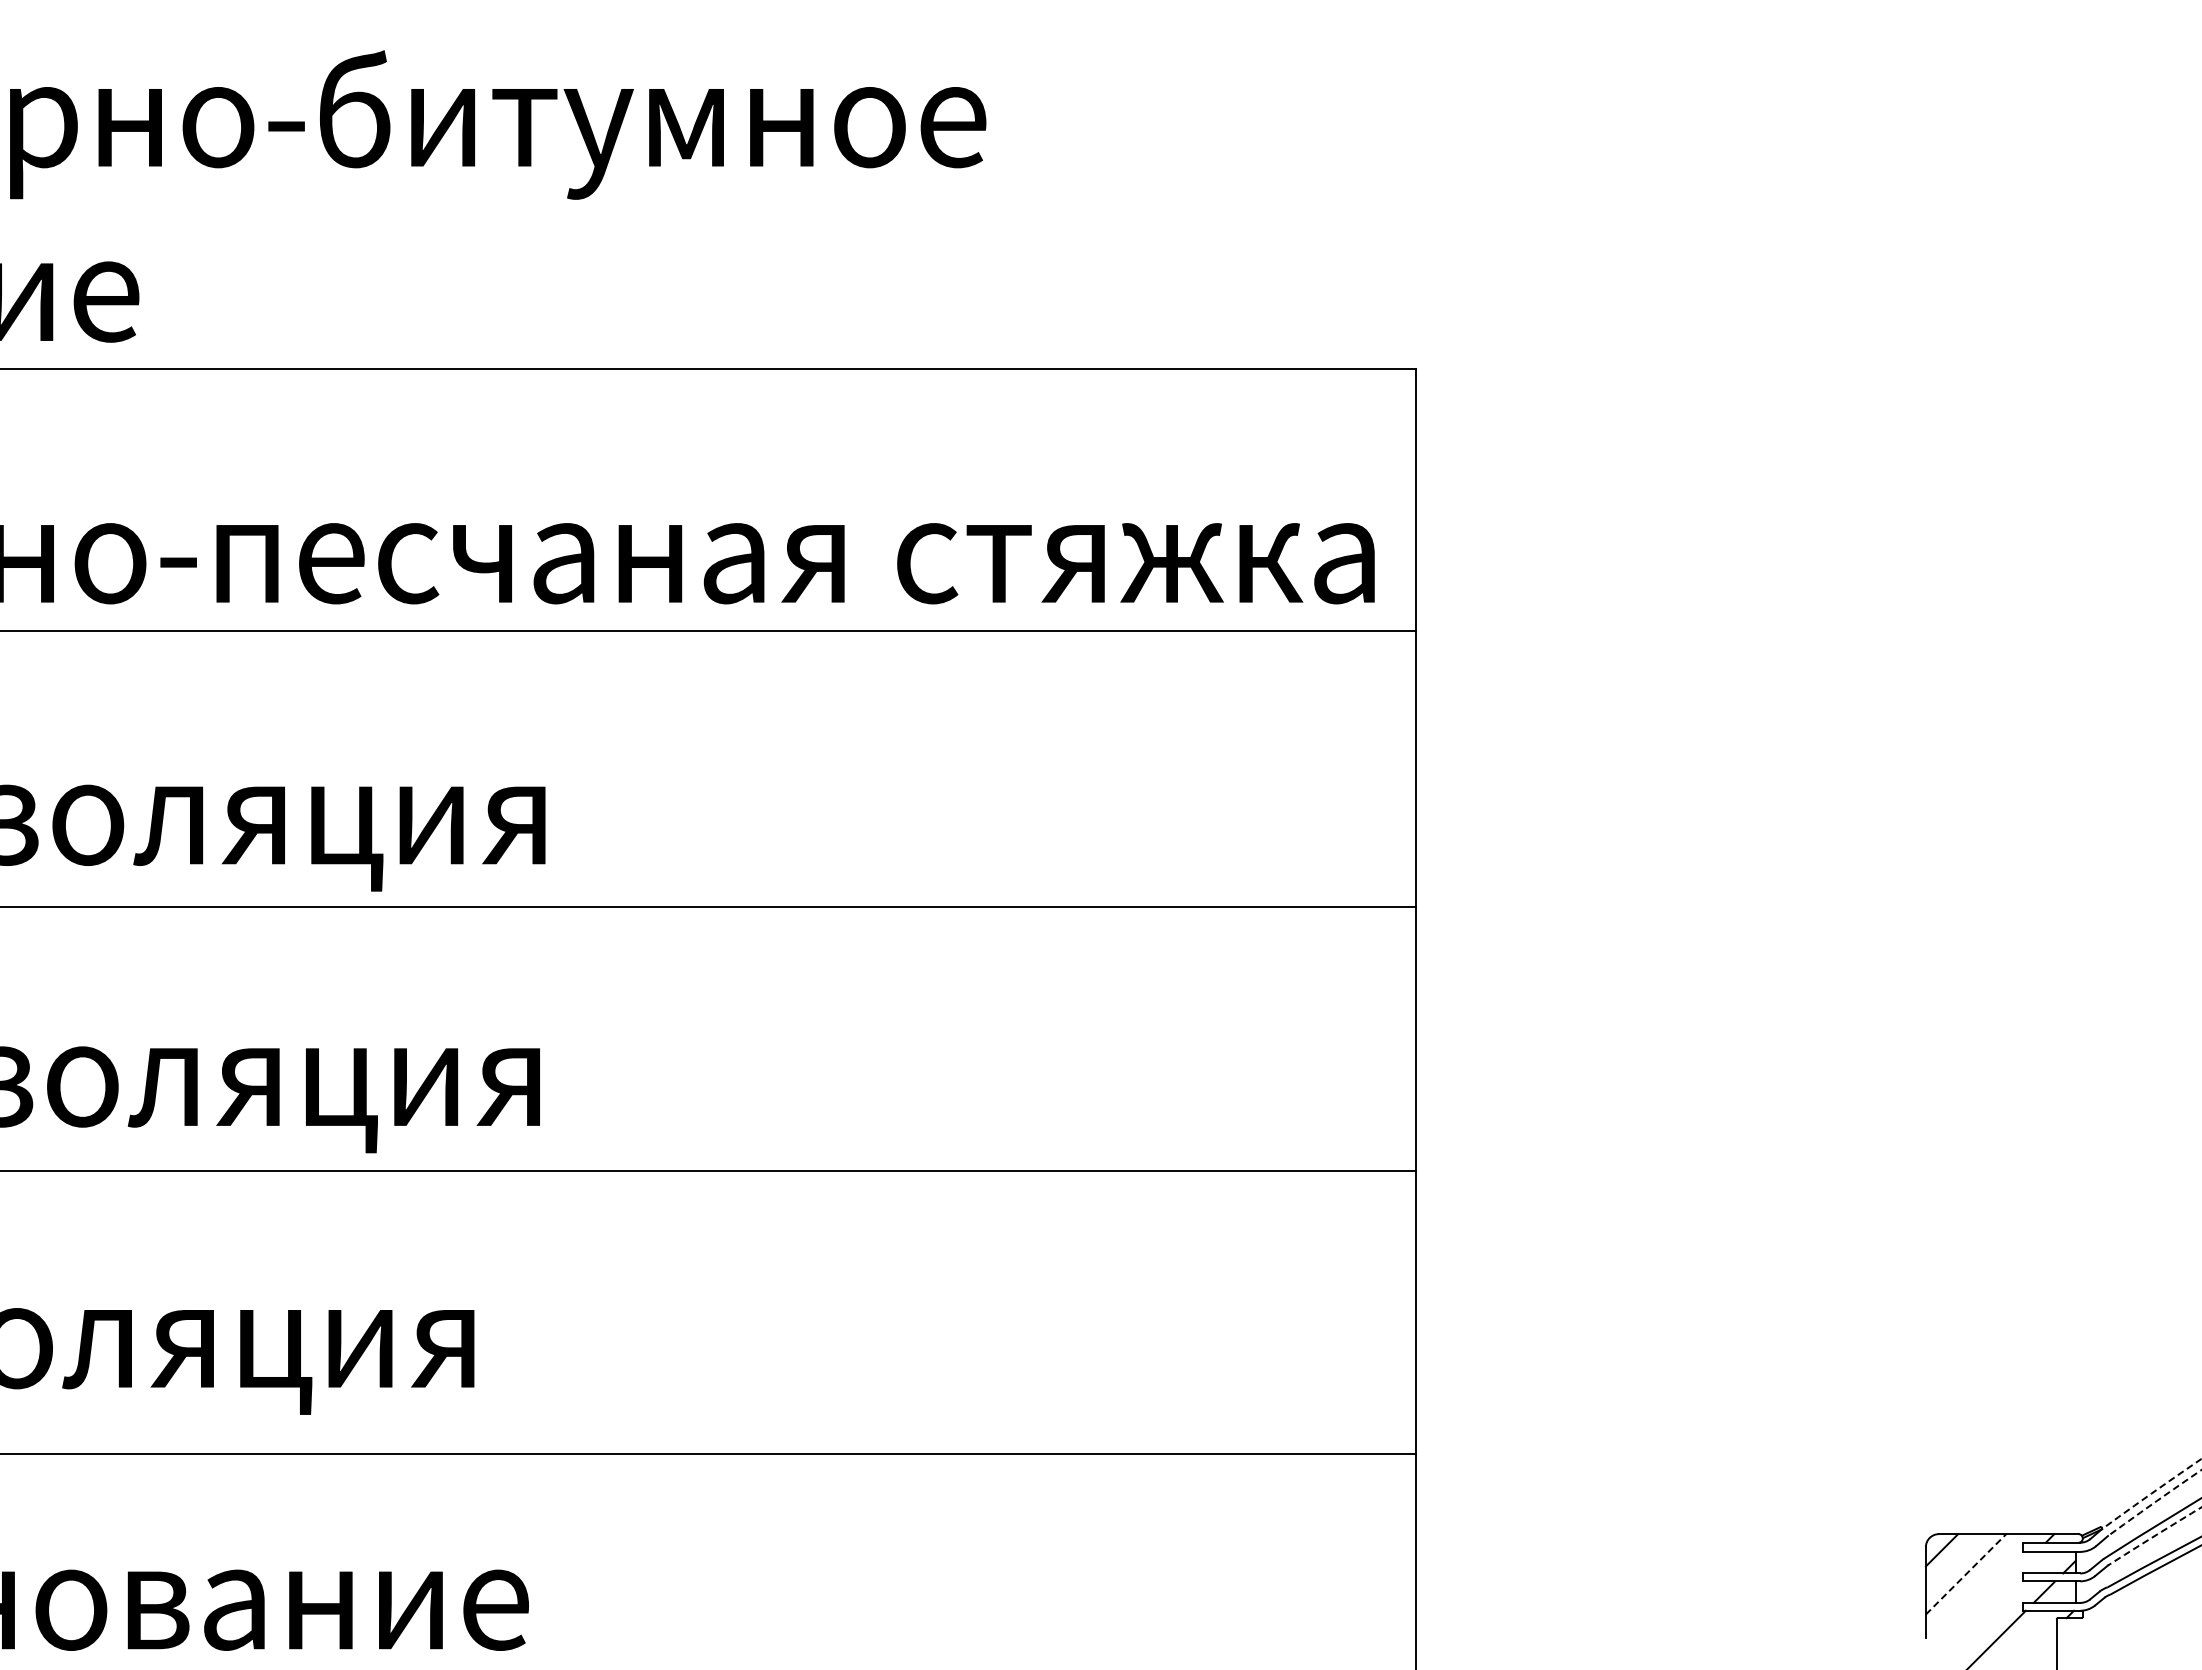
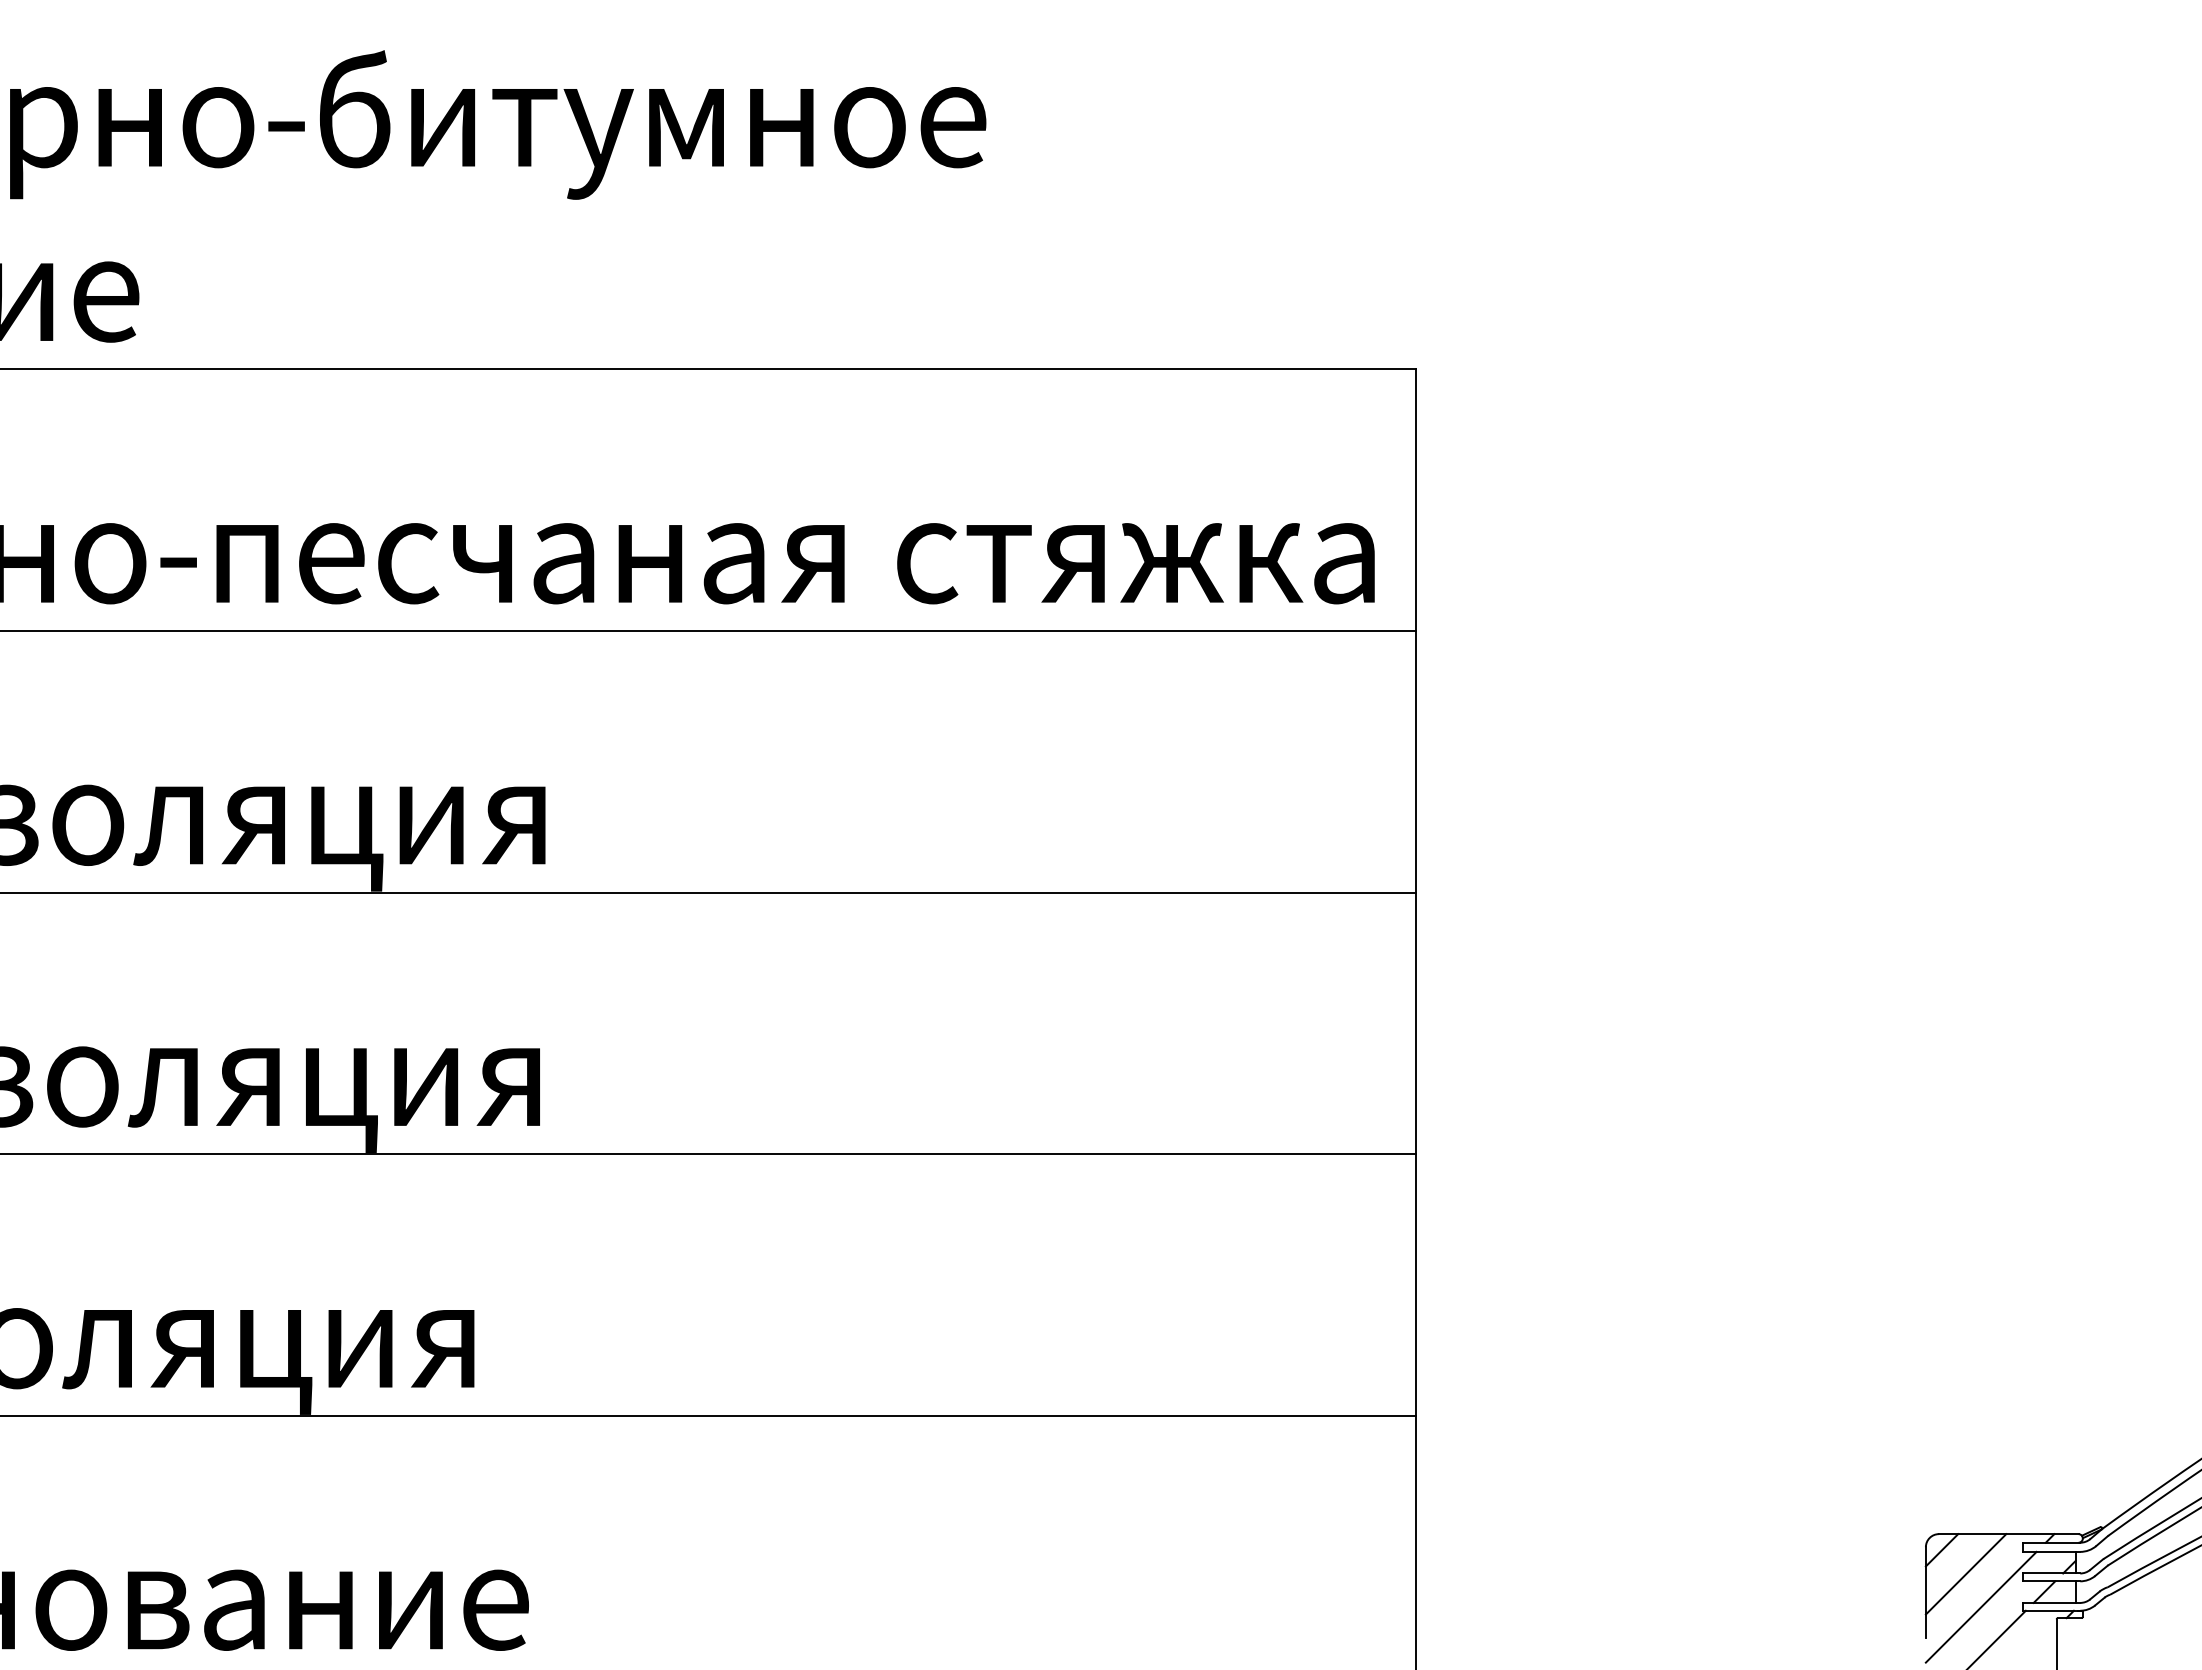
line at (708, 906) position: (708, 906) -> (708, 892)
line at (708, 1171) position: (708, 1171) -> (708, 1154)
line at (708, 1453) position: (708, 1453) -> (708, 1415)
arc at (2151, 1493): dashed -> solid
arc at (2154, 1502): dashed -> solid
arc at (2154, 1536): dashed -> solid
line at (1966, 1574): dashed -> solid
line at (1980, 1606): none -> present
